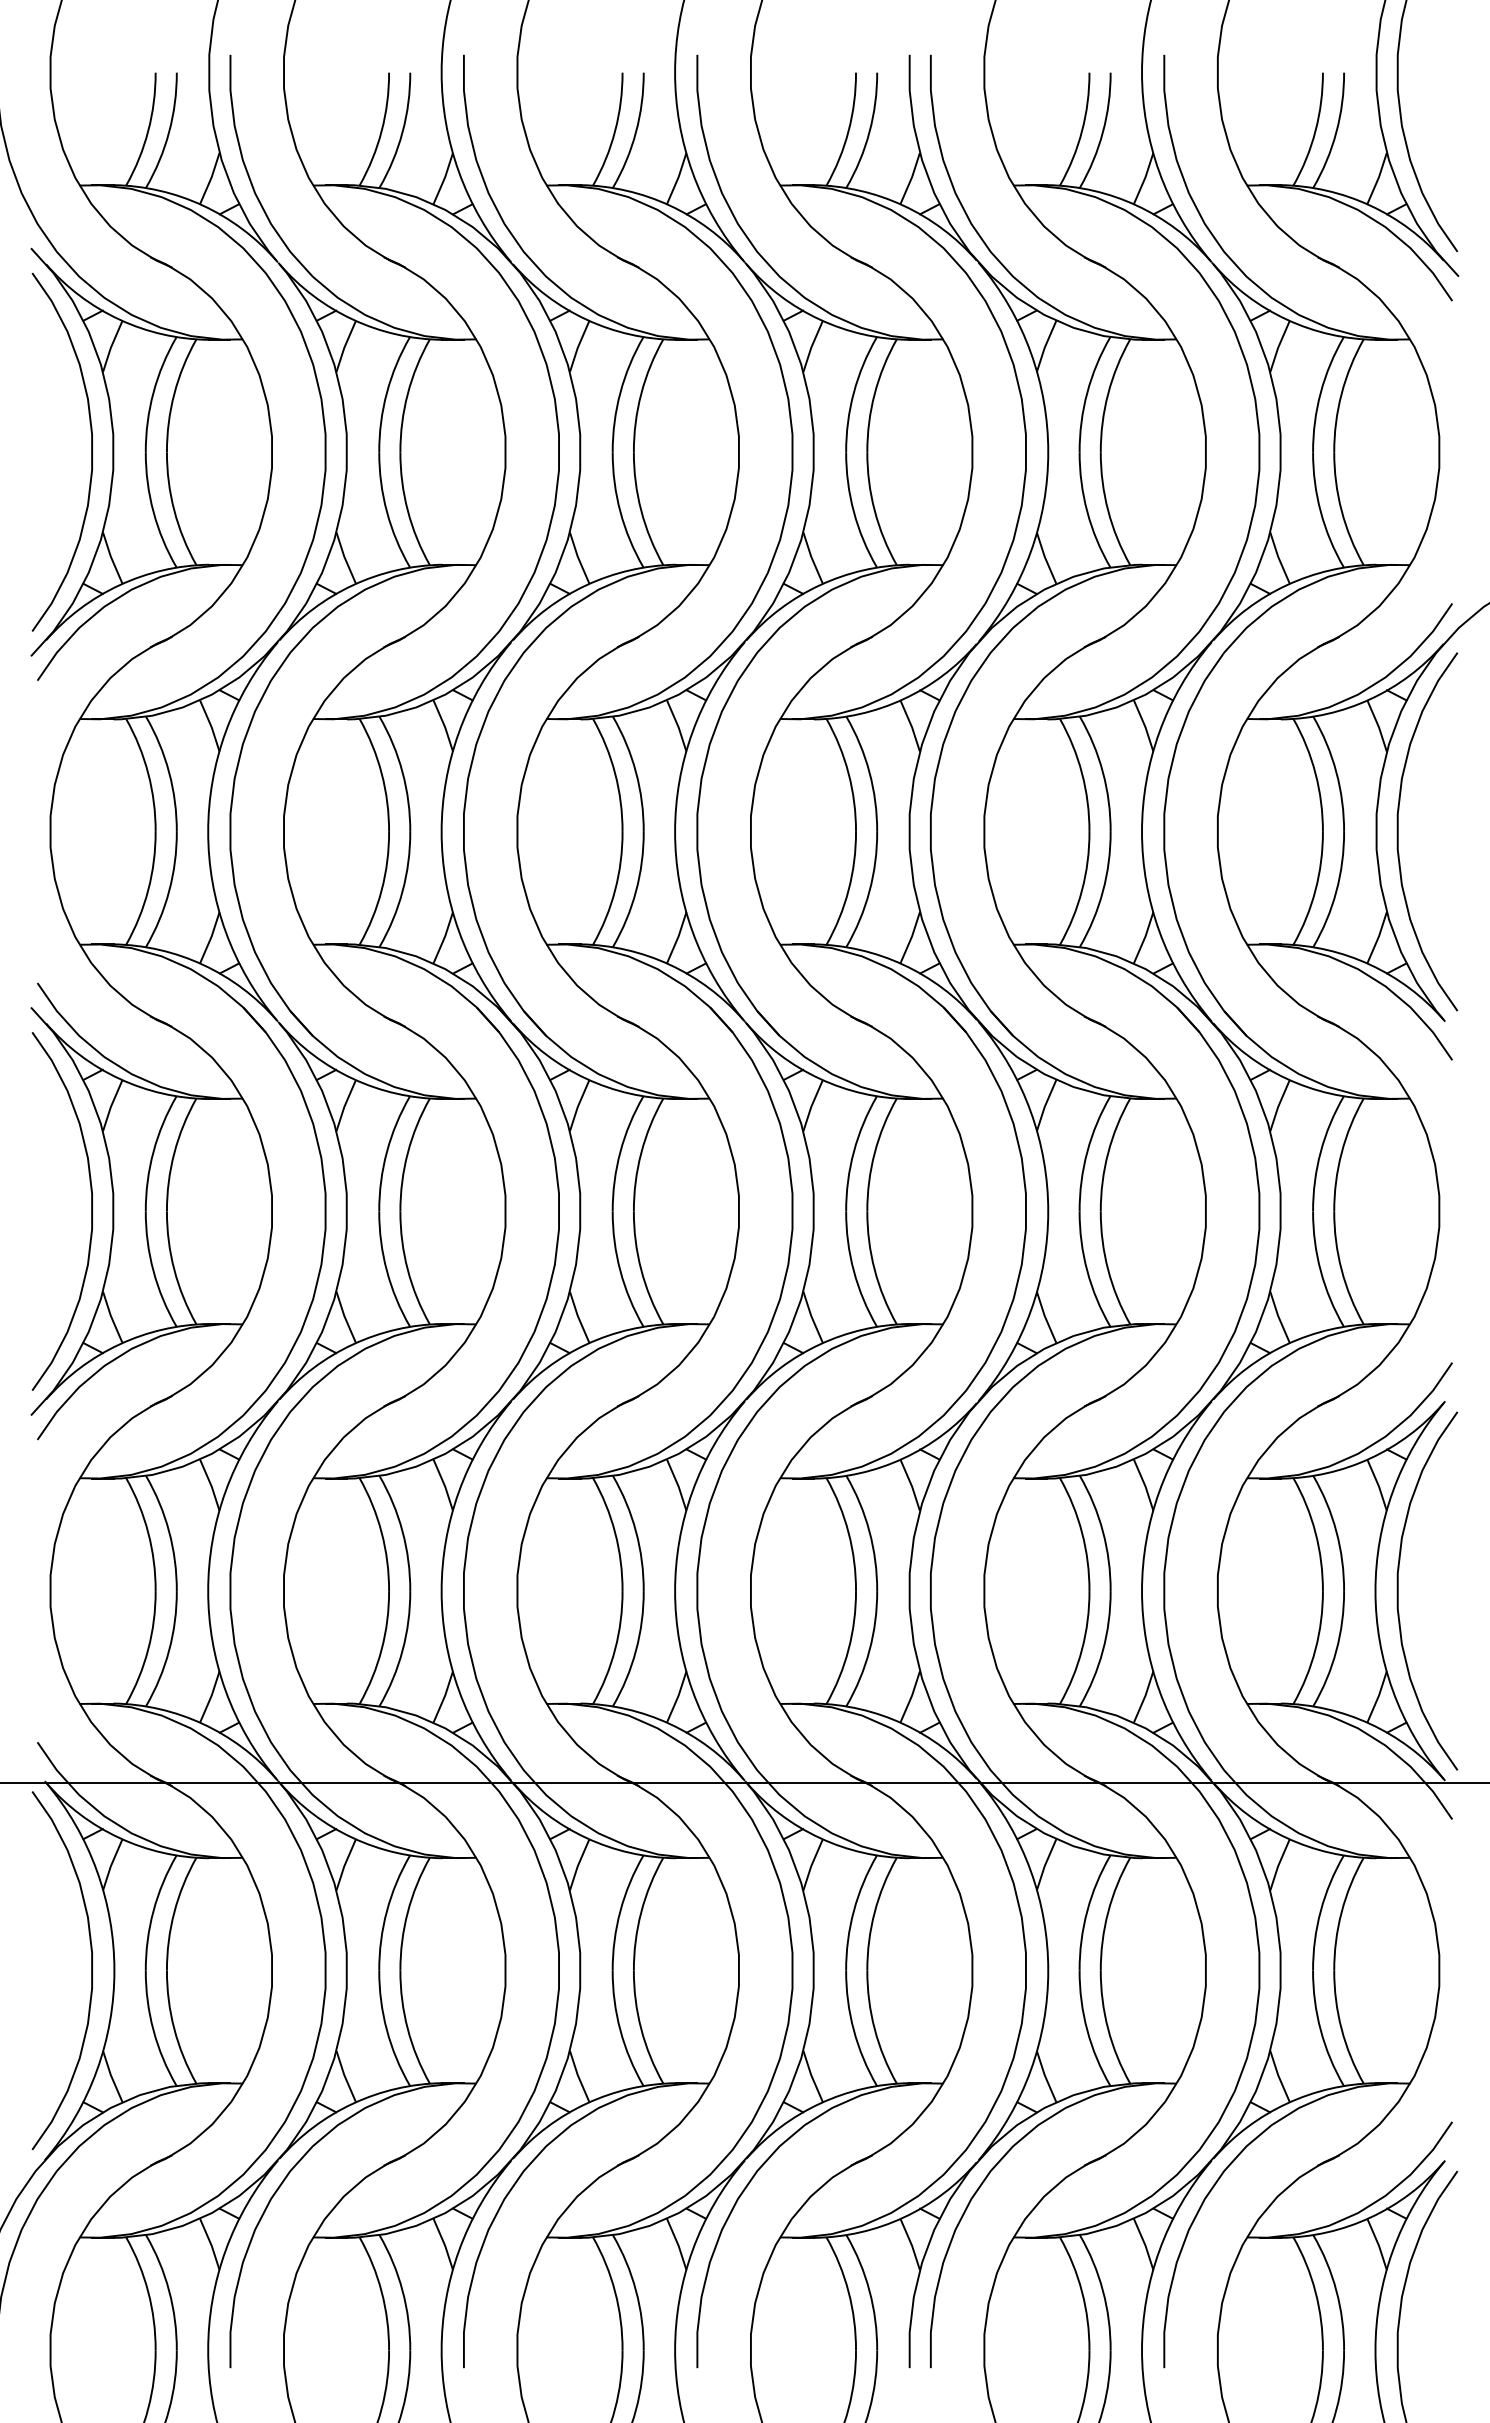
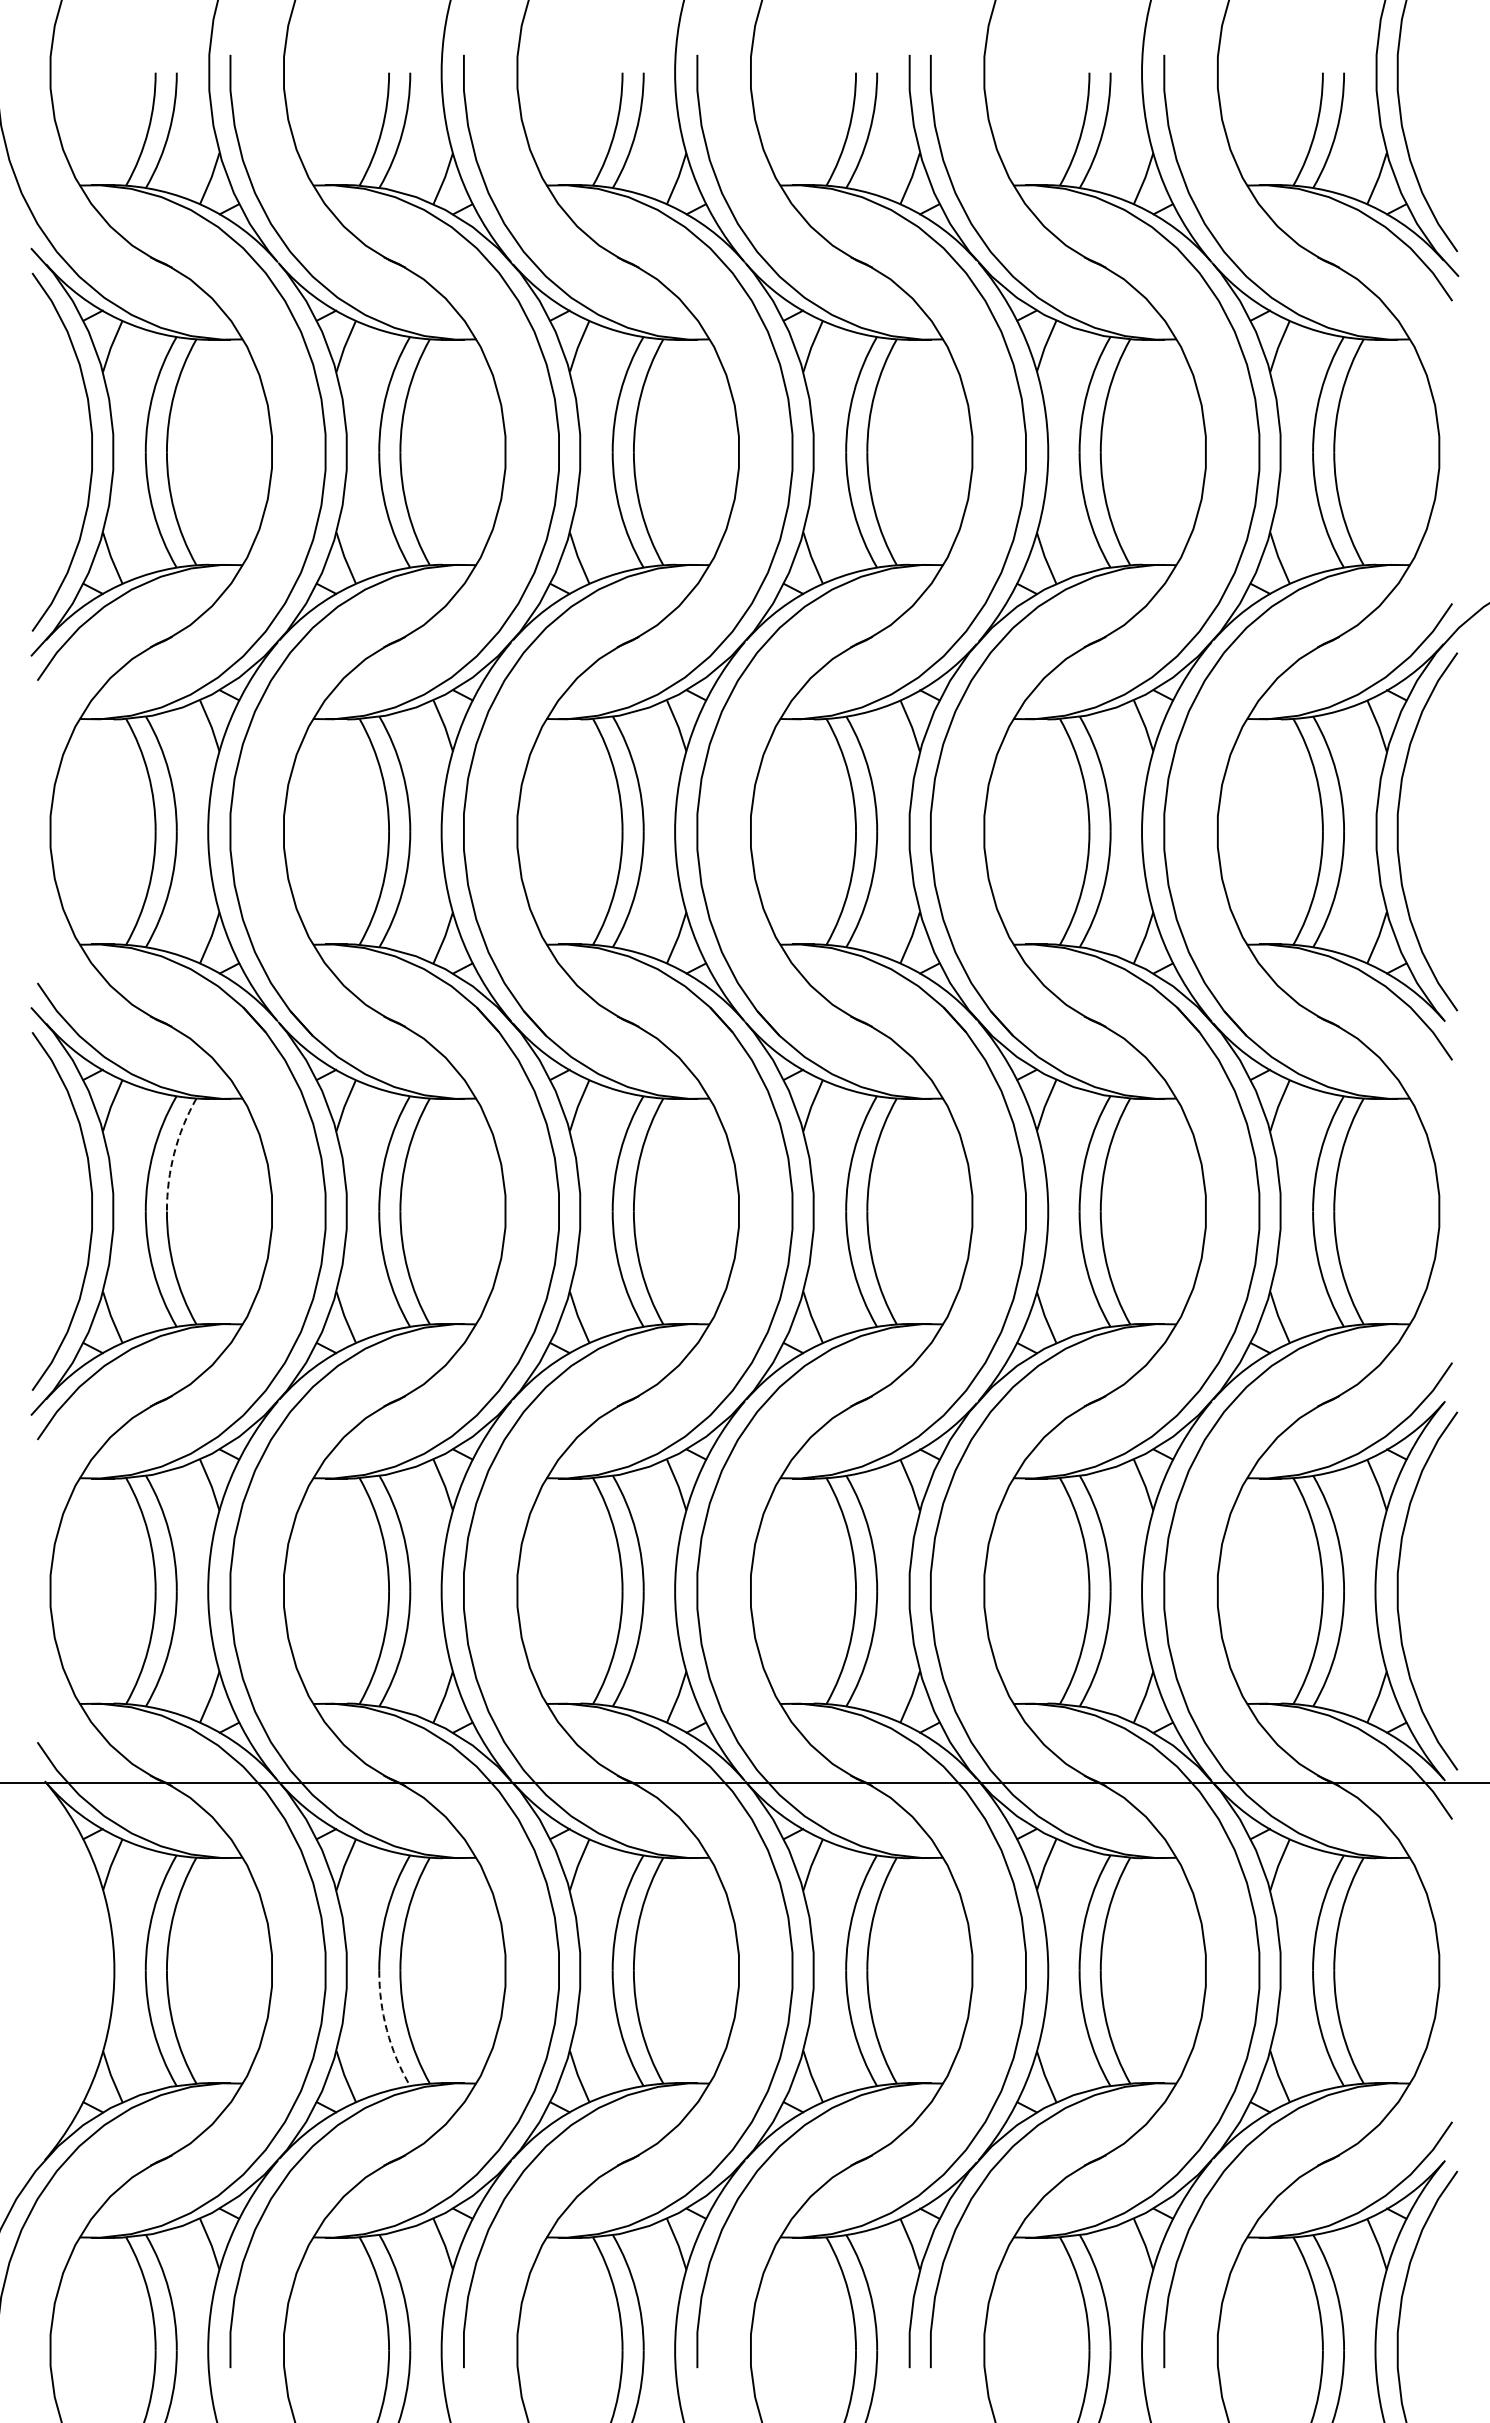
arc at (174, 1153): solid -> dashed
curve at (91, 1970): present -> none
arc at (386, 2030): solid -> dashed
